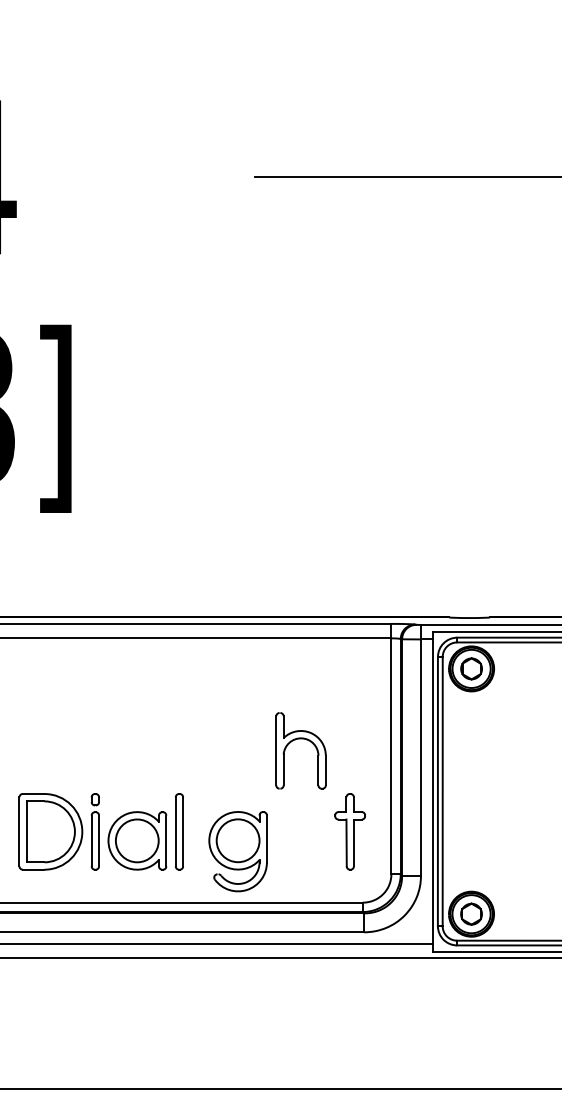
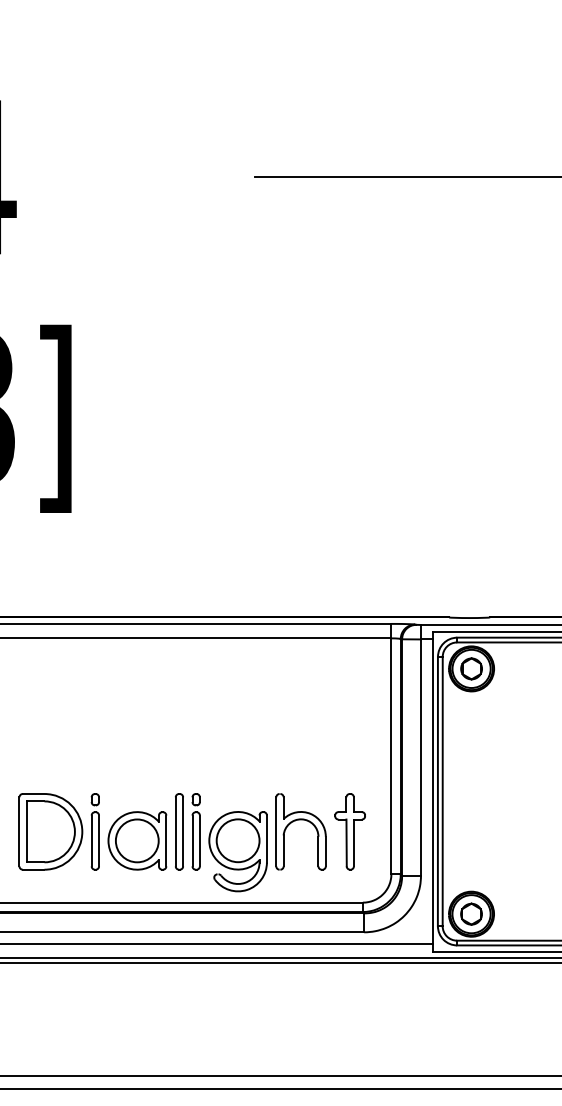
part at (300, 739) position: (300, 739) -> (300, 820)
part at (195, 831): none -> present
line at (280, 962): none -> present
line at (280, 1075): none -> present
